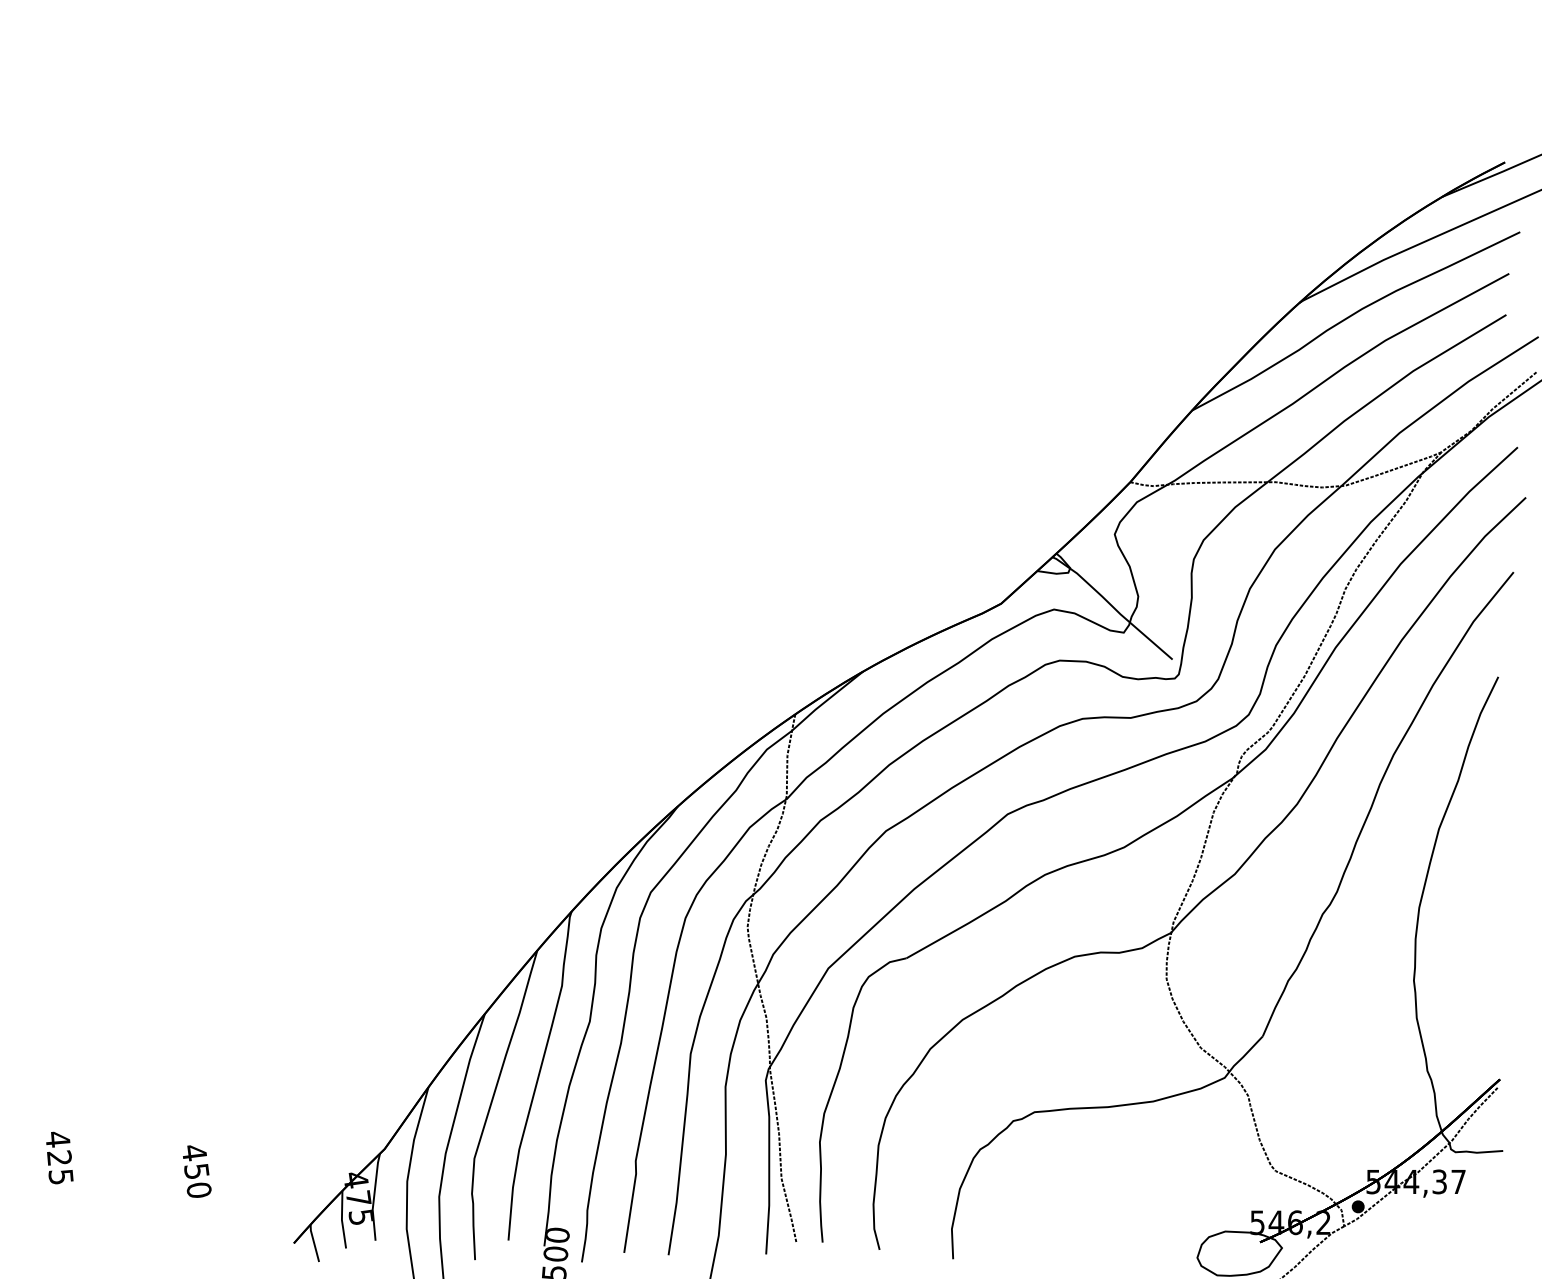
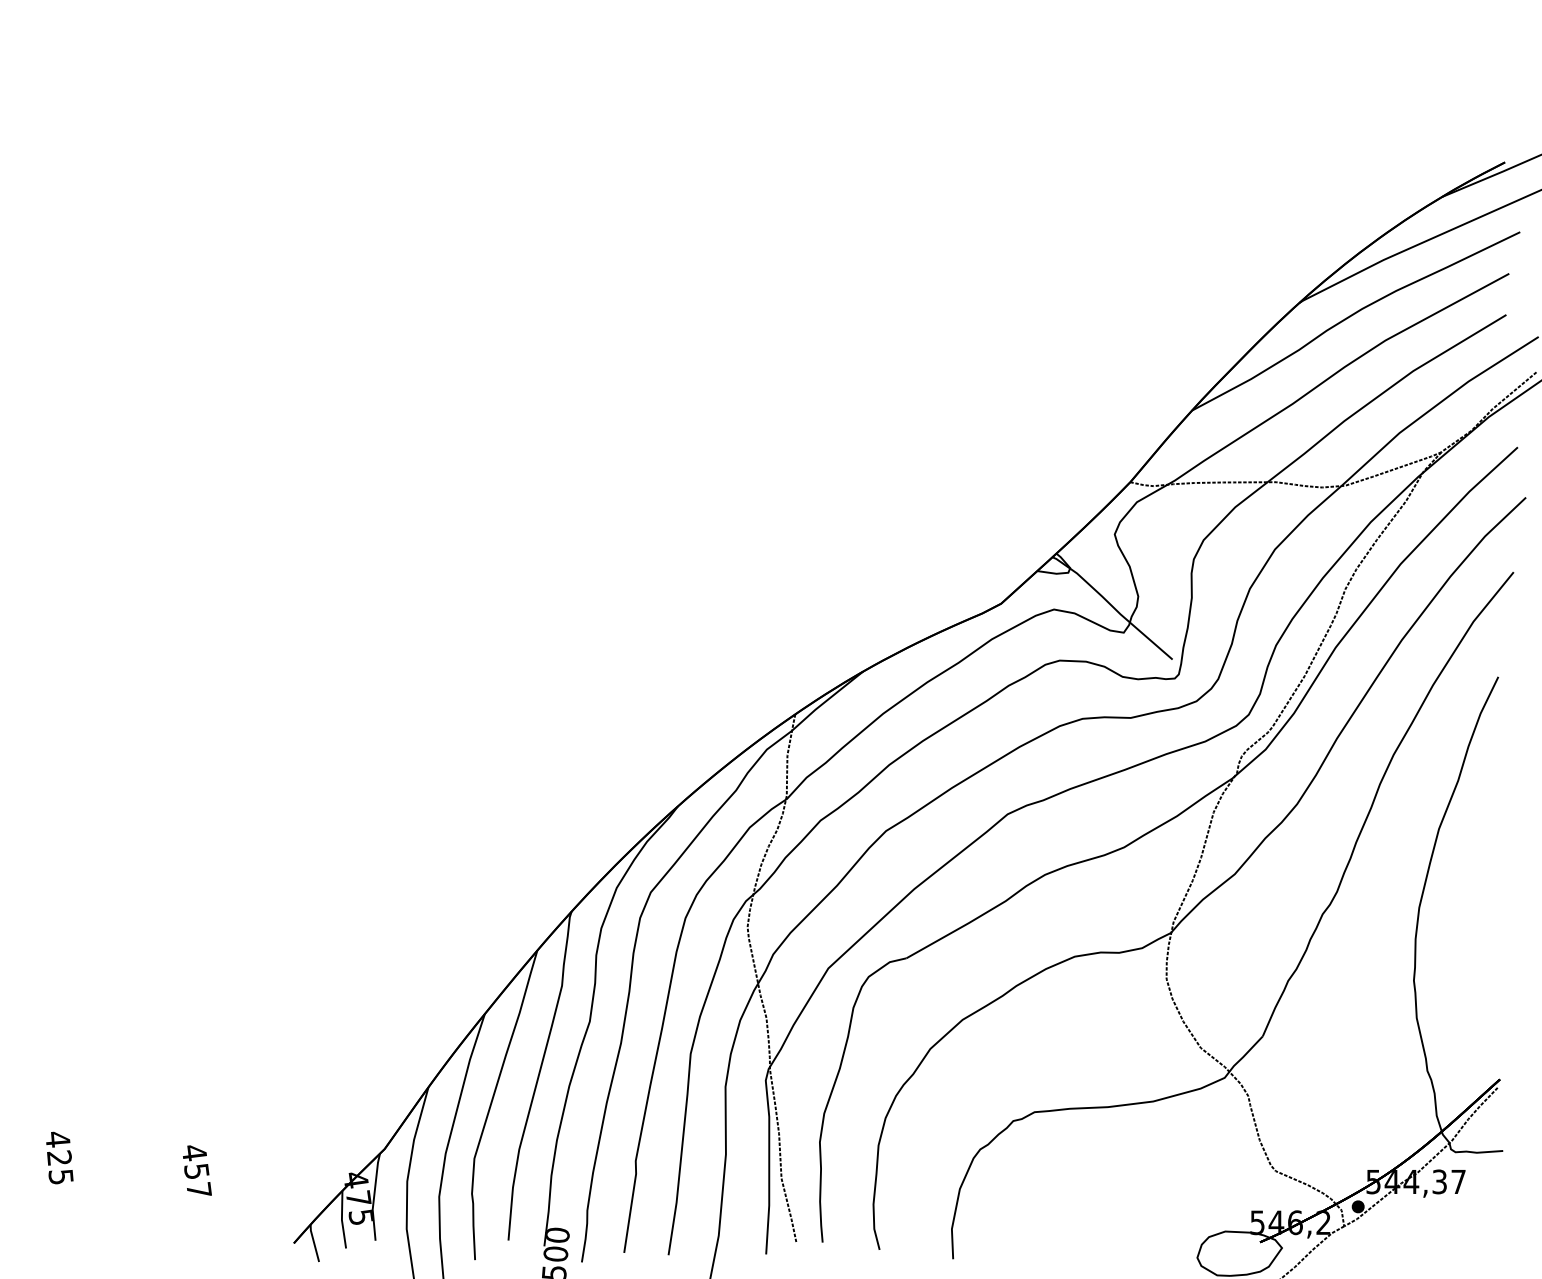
text at (198, 1189): 450 -> 457
